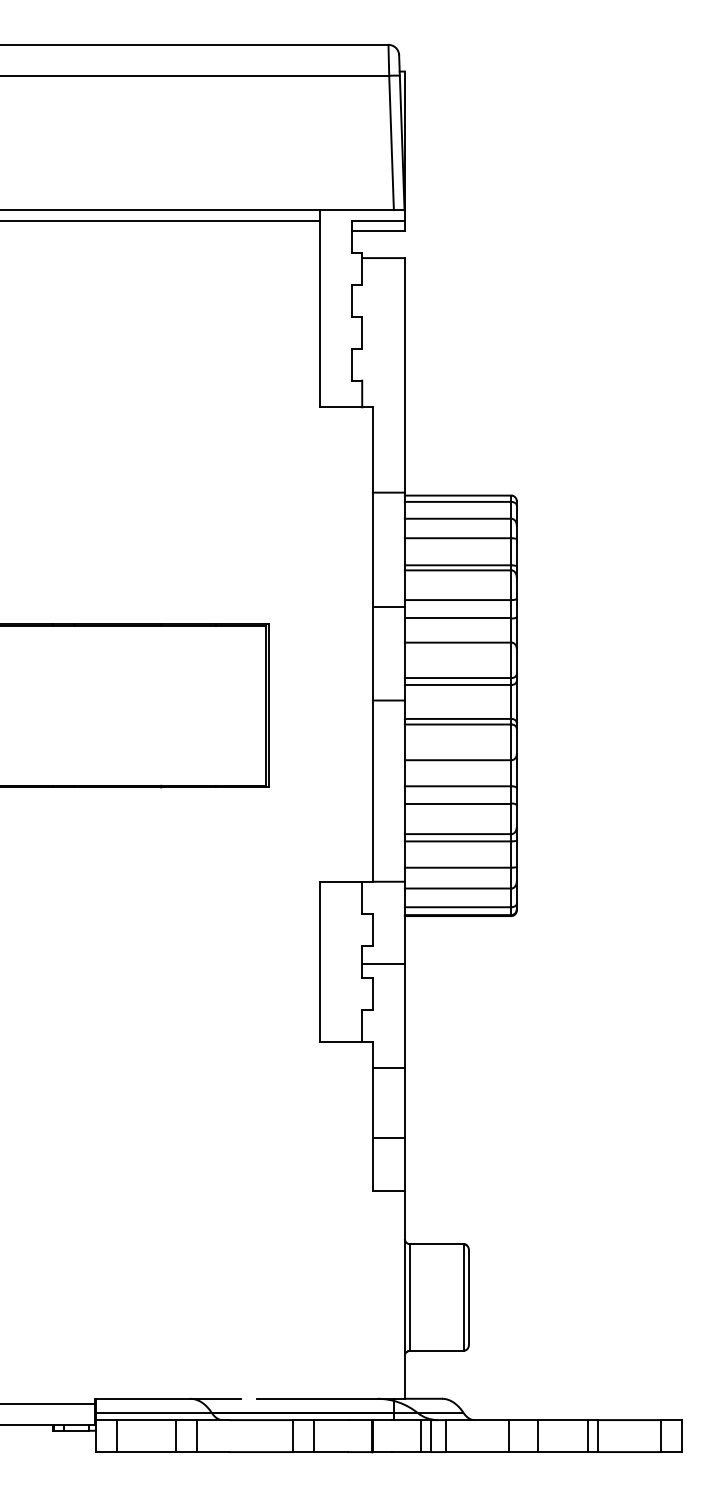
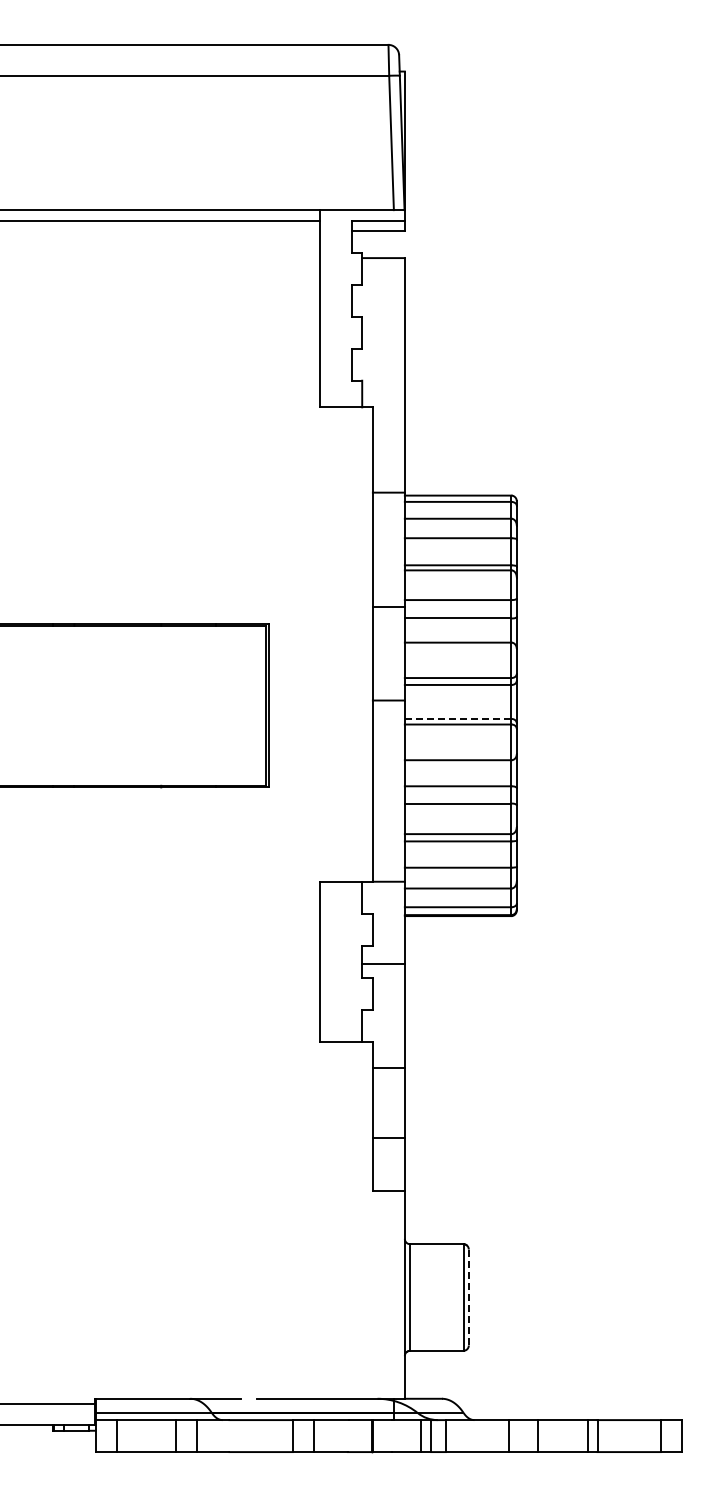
line at (458, 718): solid -> dashed
line at (468, 1297): solid -> dashed
